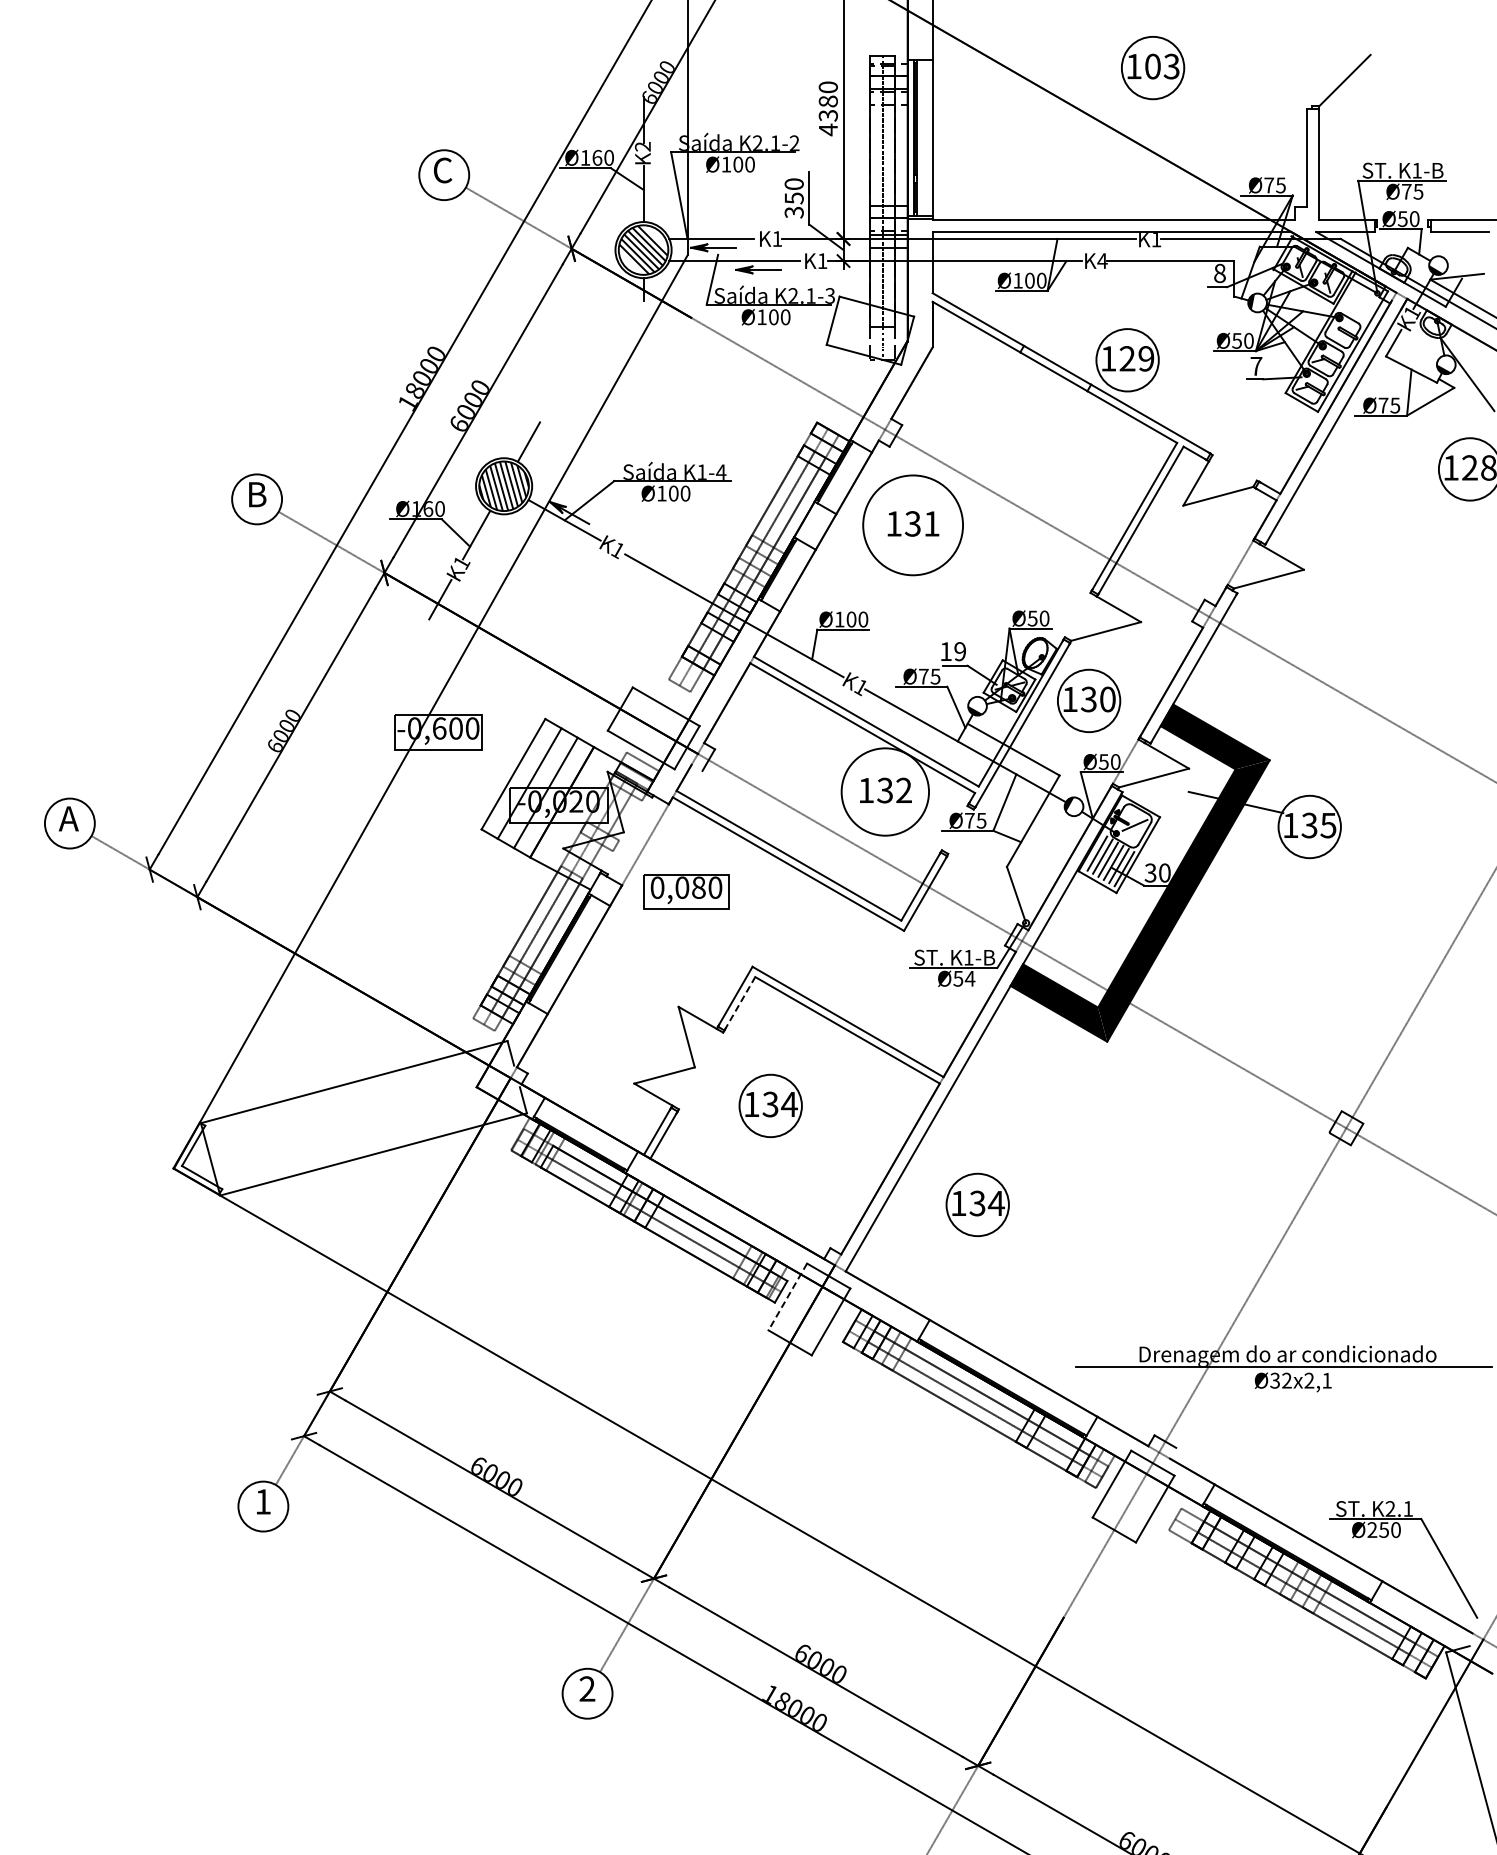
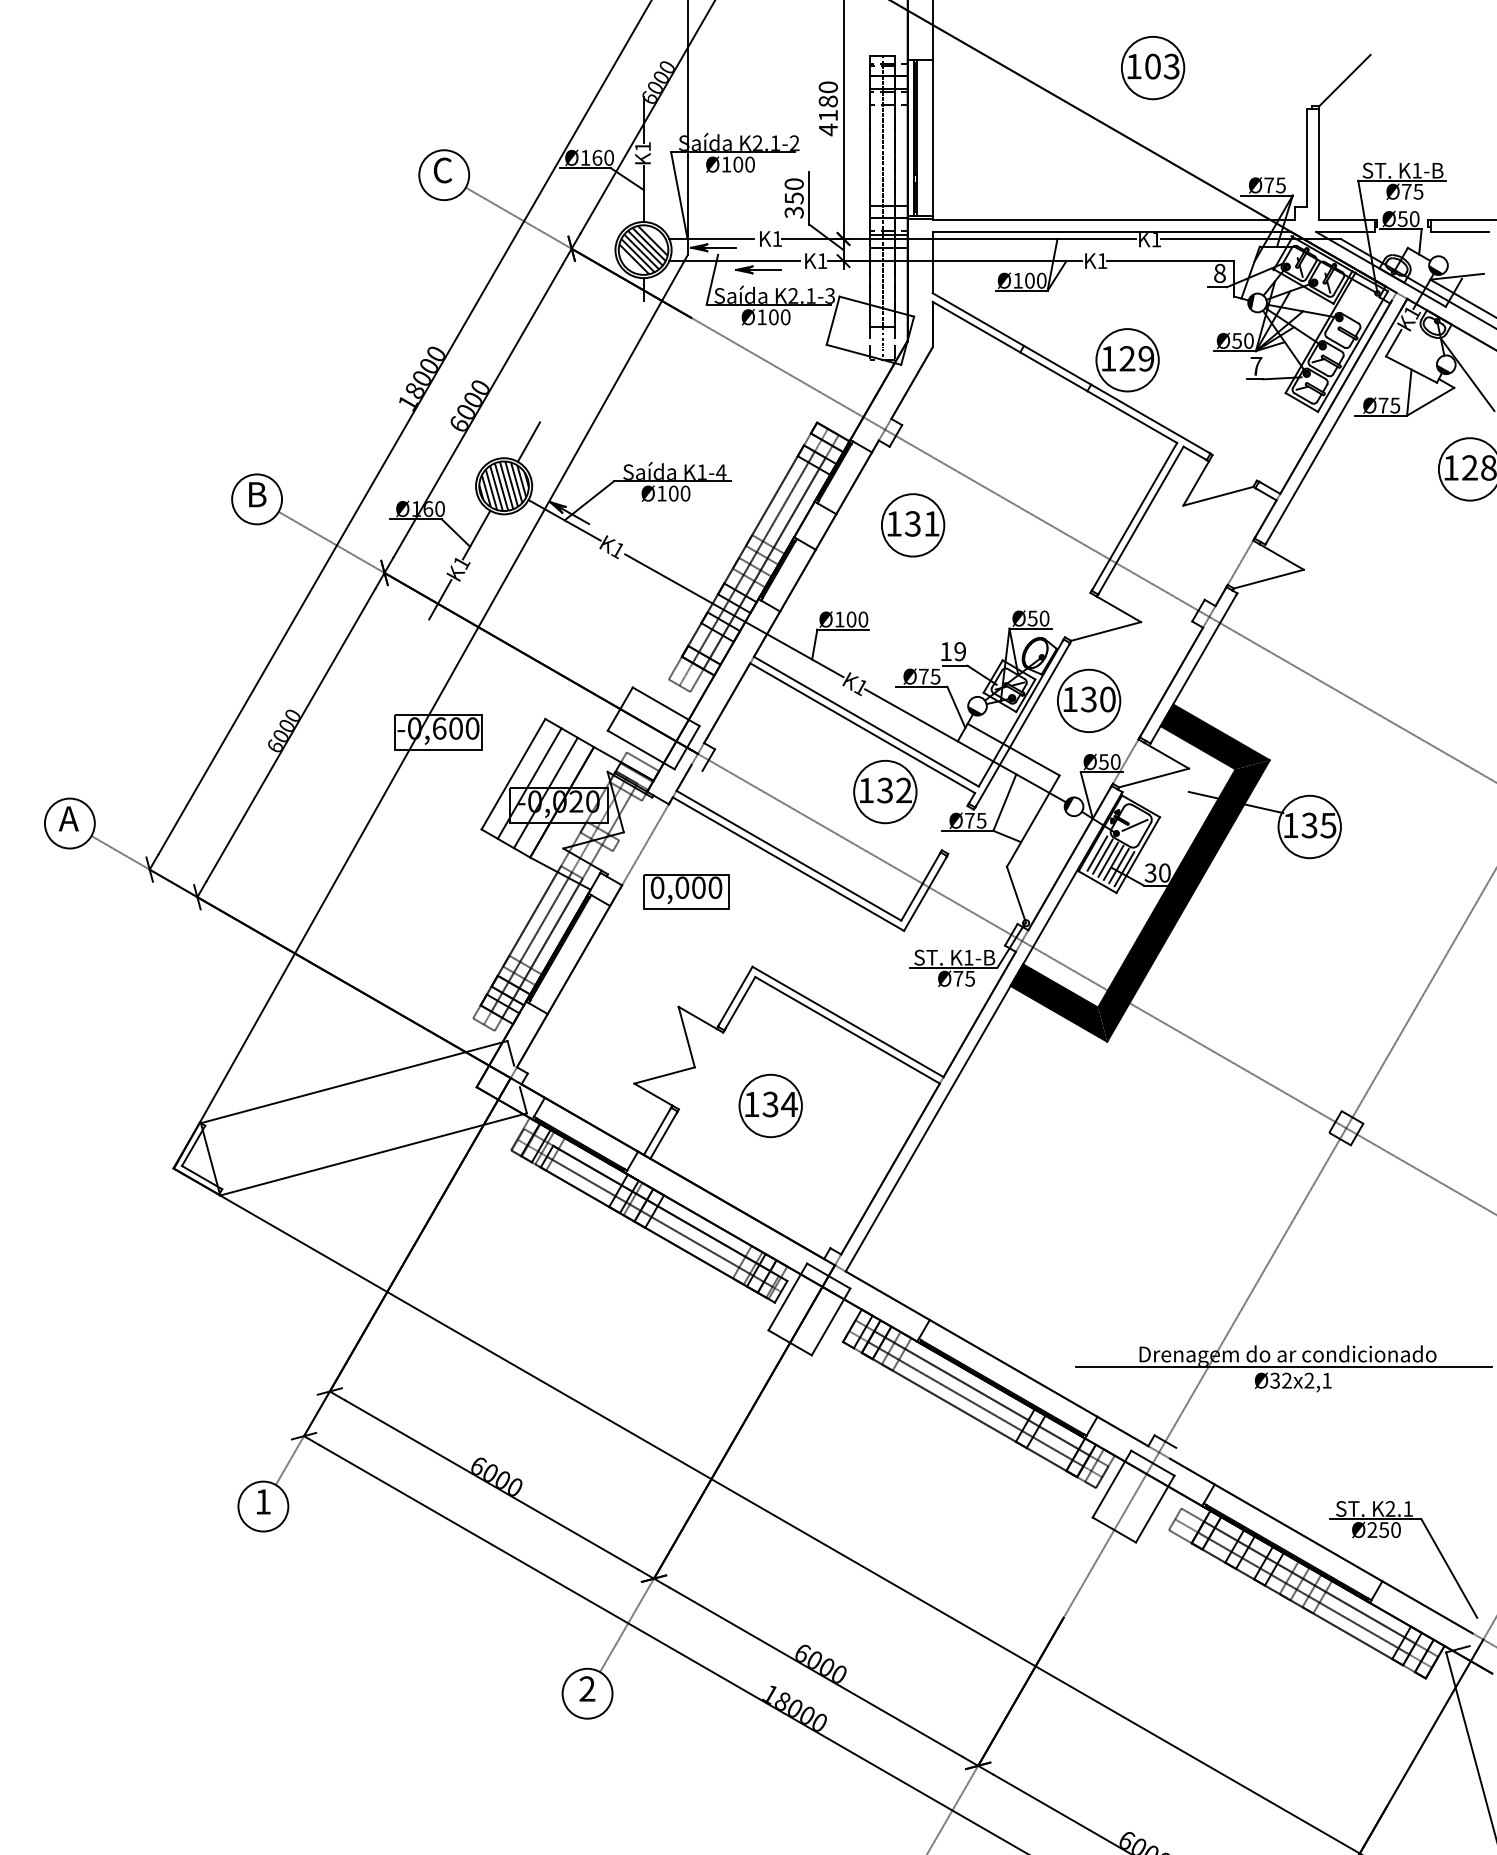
text at (827, 115): 4380 -> 4180
text at (642, 146): K2 -> K1
text at (1102, 260): K4 -> K1
circle at (913, 525) diameter: 100 px -> 62 px
circle at (885, 791) diameter: 87 px -> 62 px
text at (698, 887): 0,080 -> 0,000
text at (964, 978): Ø54 -> Ø75
line at (739, 1003): dashed -> solid
part at (977, 1204): present -> none
line at (787, 1296): dashed -> solid
